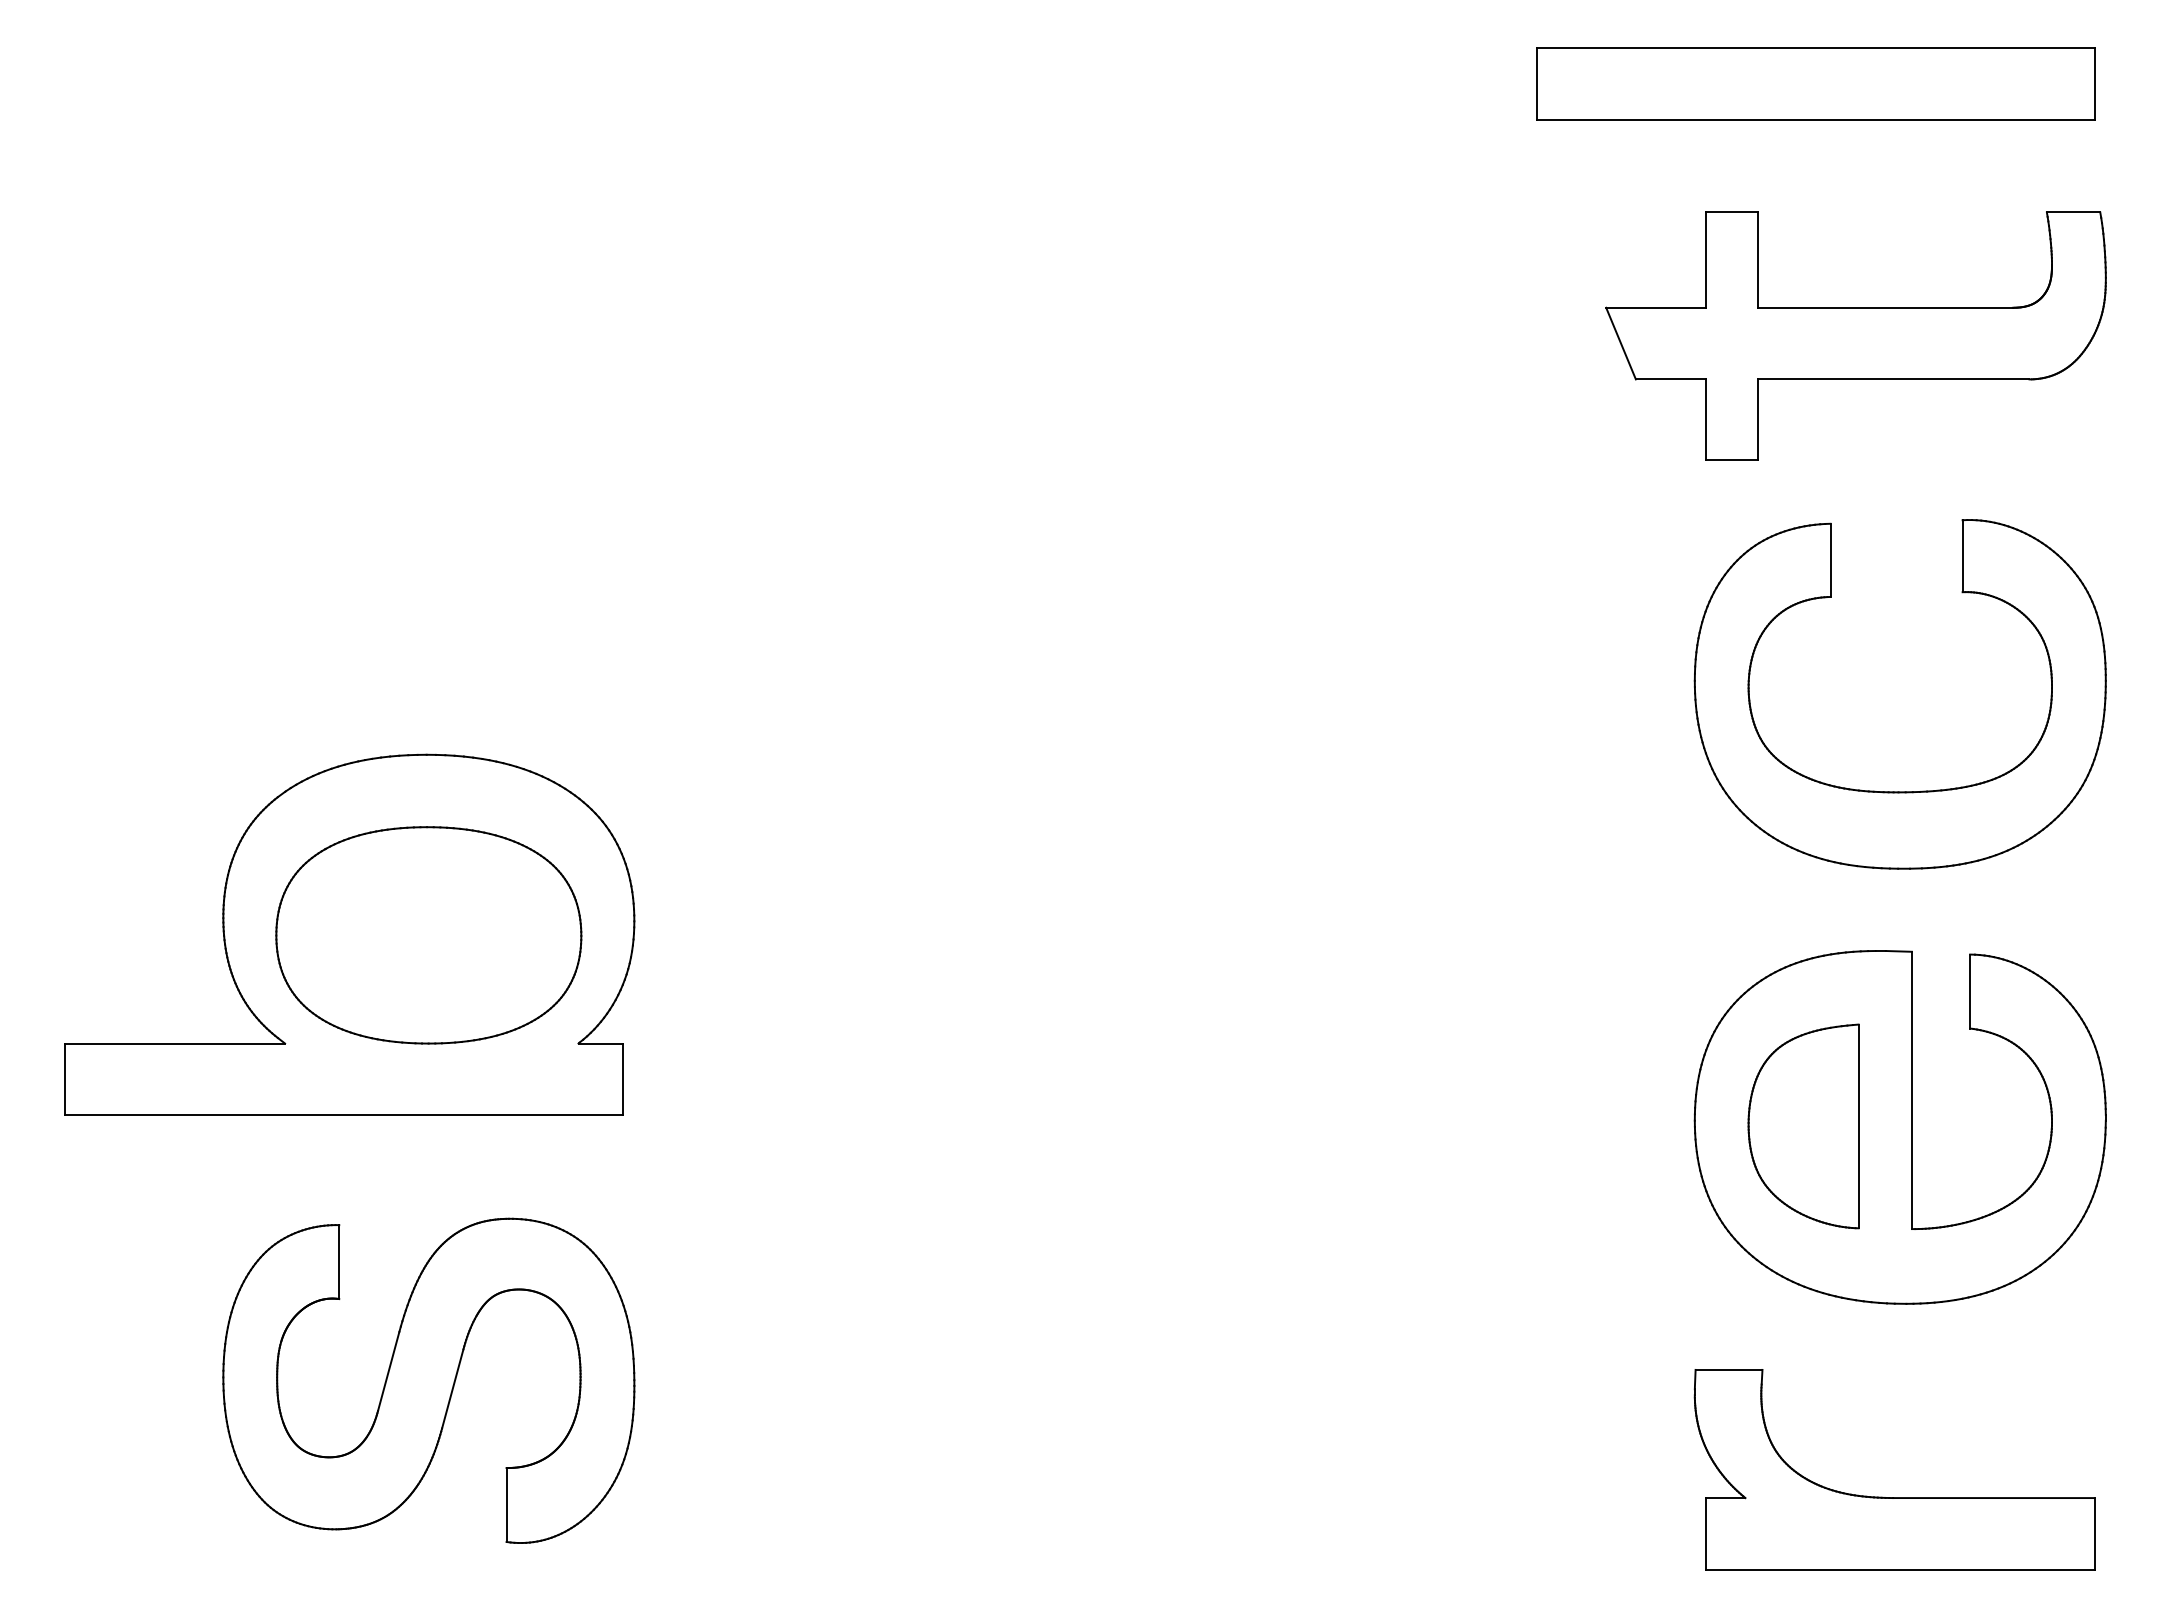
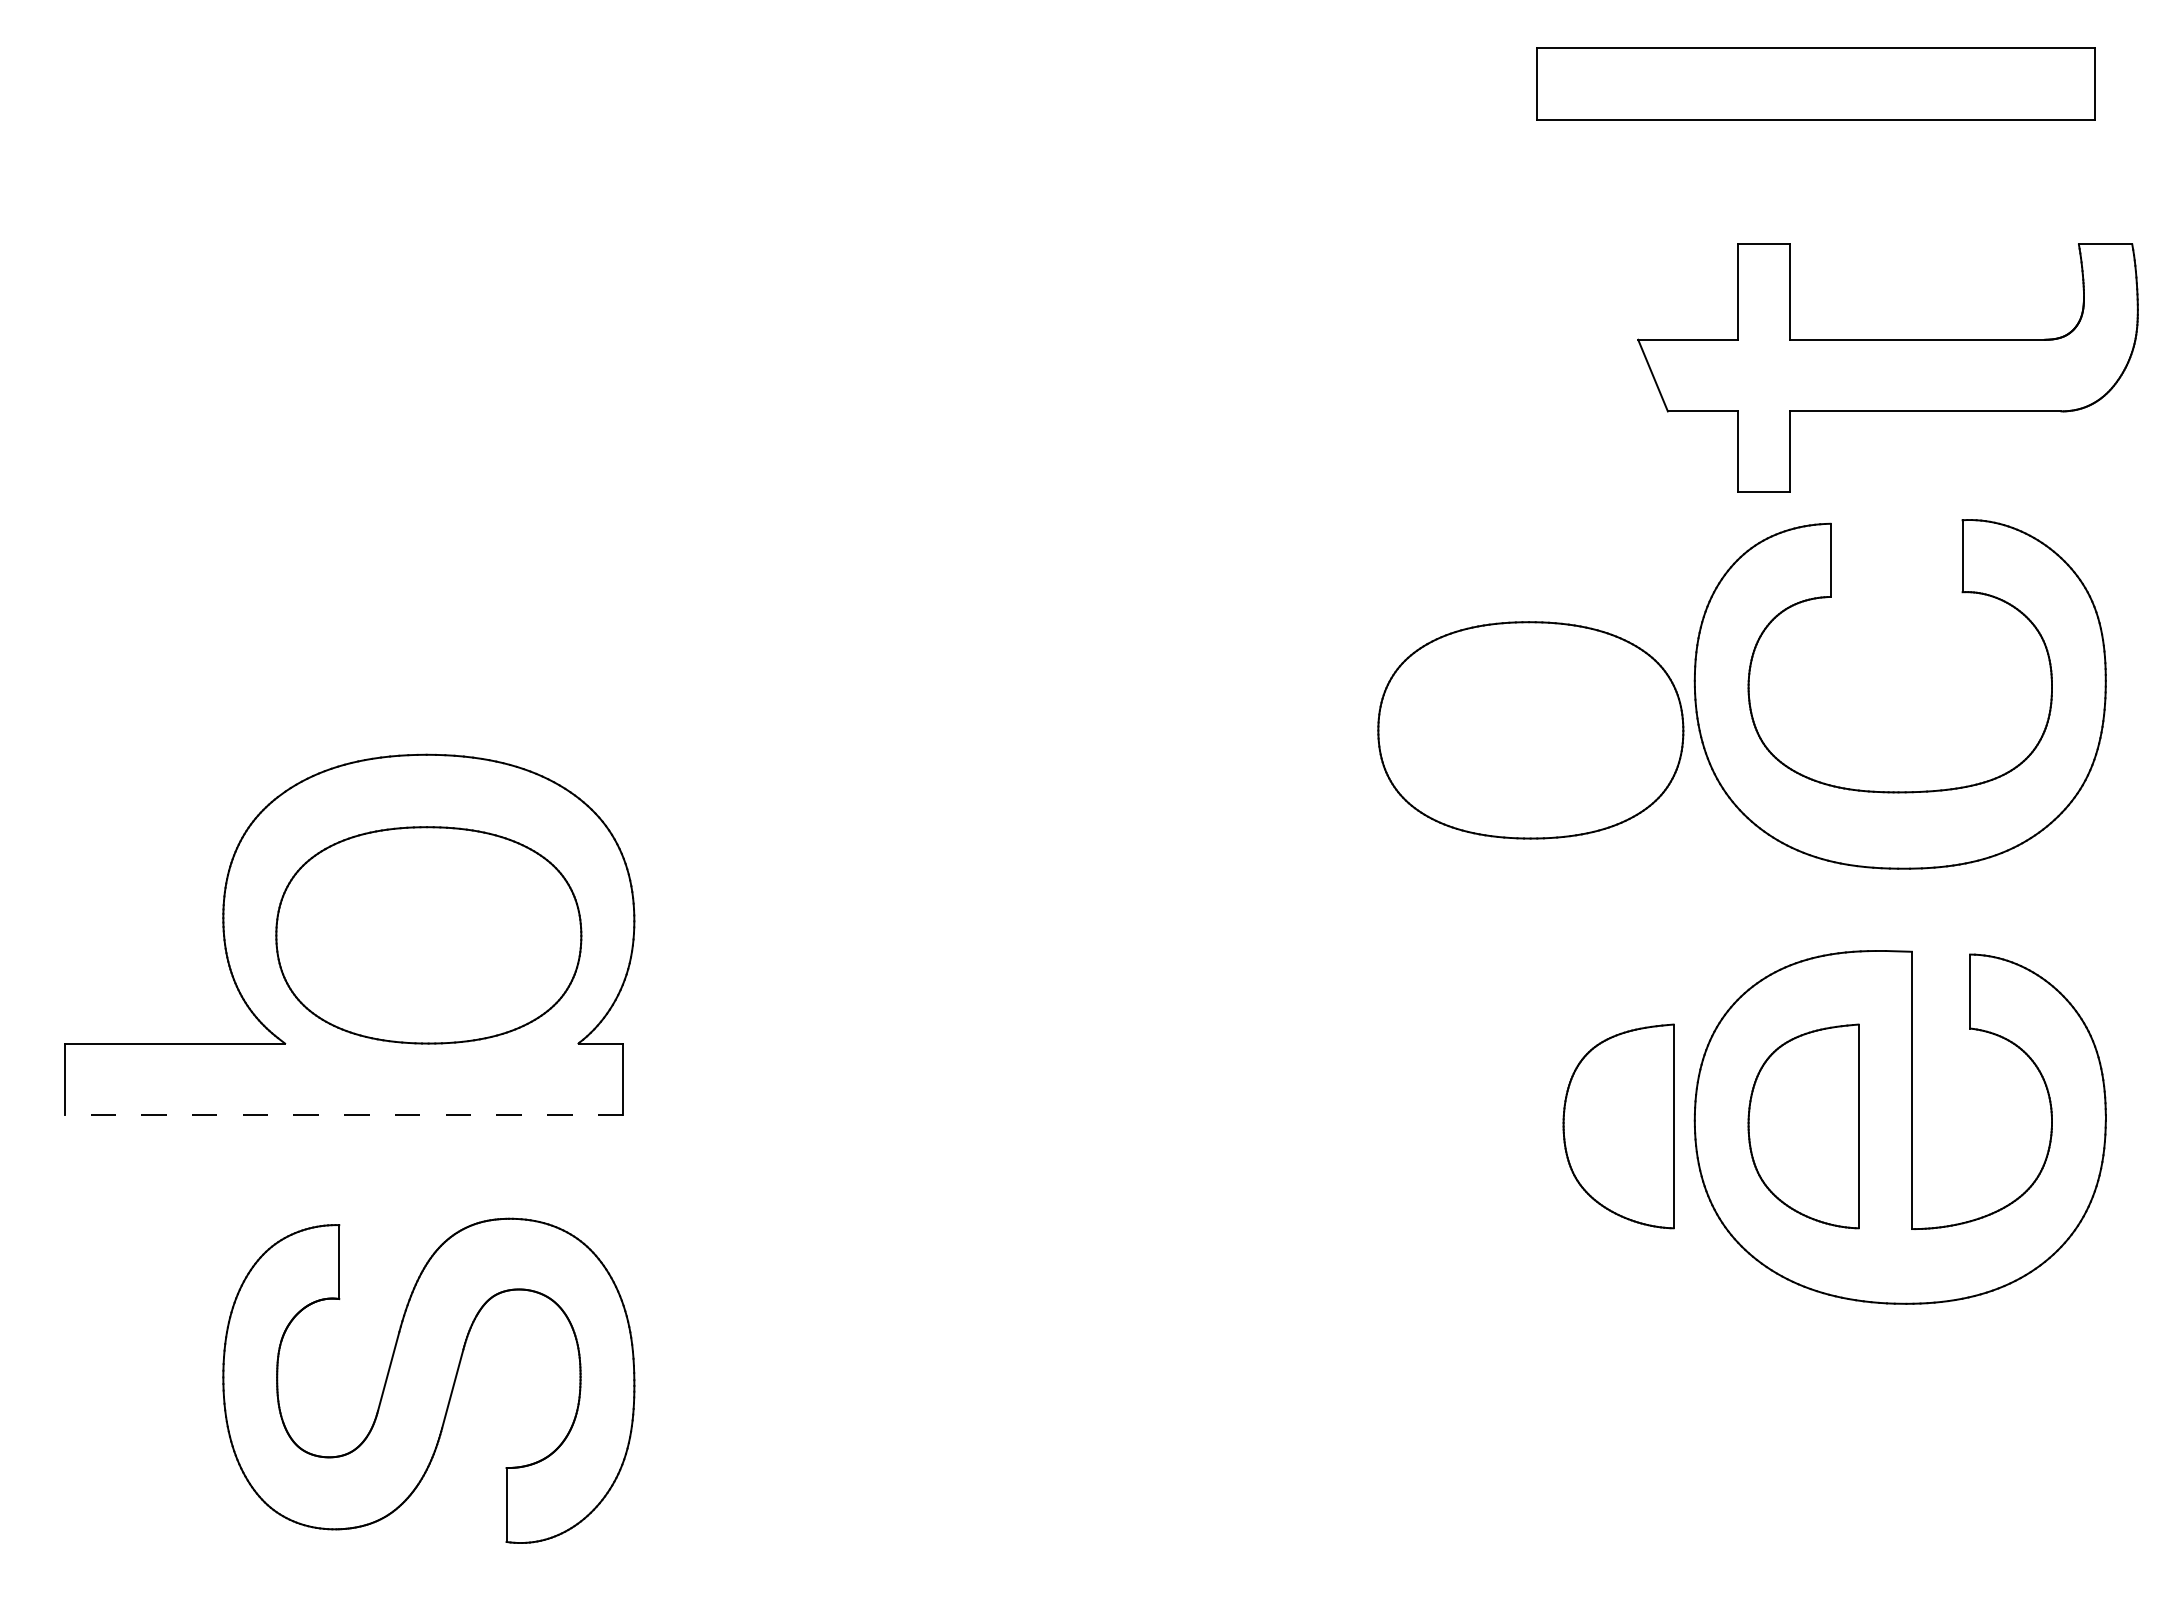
part at (1855, 335) position: (1855, 335) -> (1887, 367)
part at (1530, 730): none -> present
line at (343, 1115): solid -> dashed
part at (1618, 1126): none -> present
part at (1894, 1497): present -> none
